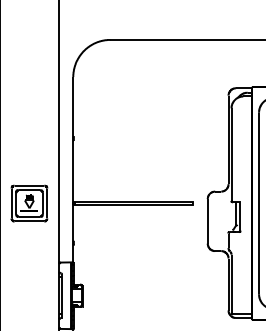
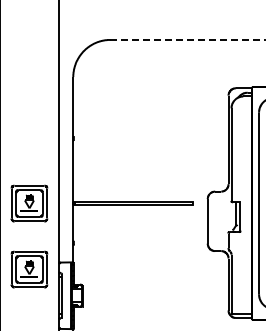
line at (188, 39): solid -> dashed
part at (29, 269): none -> present
